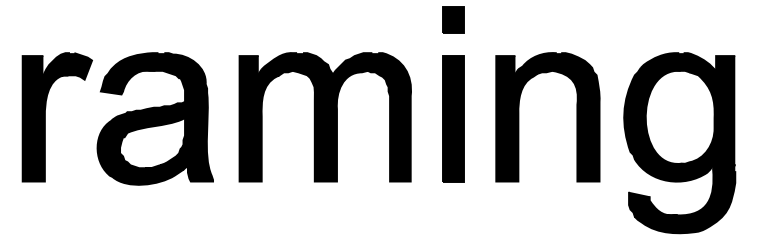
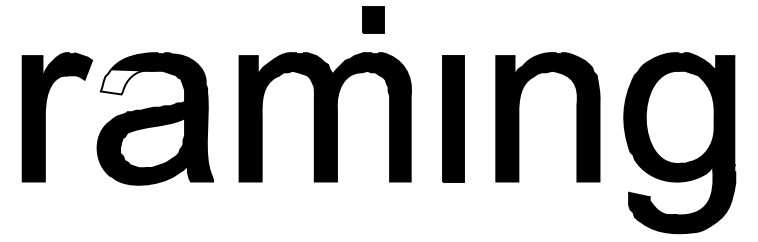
part at (453, 19) position: (453, 19) -> (373, 19)
fill at (127, 81): present -> none
